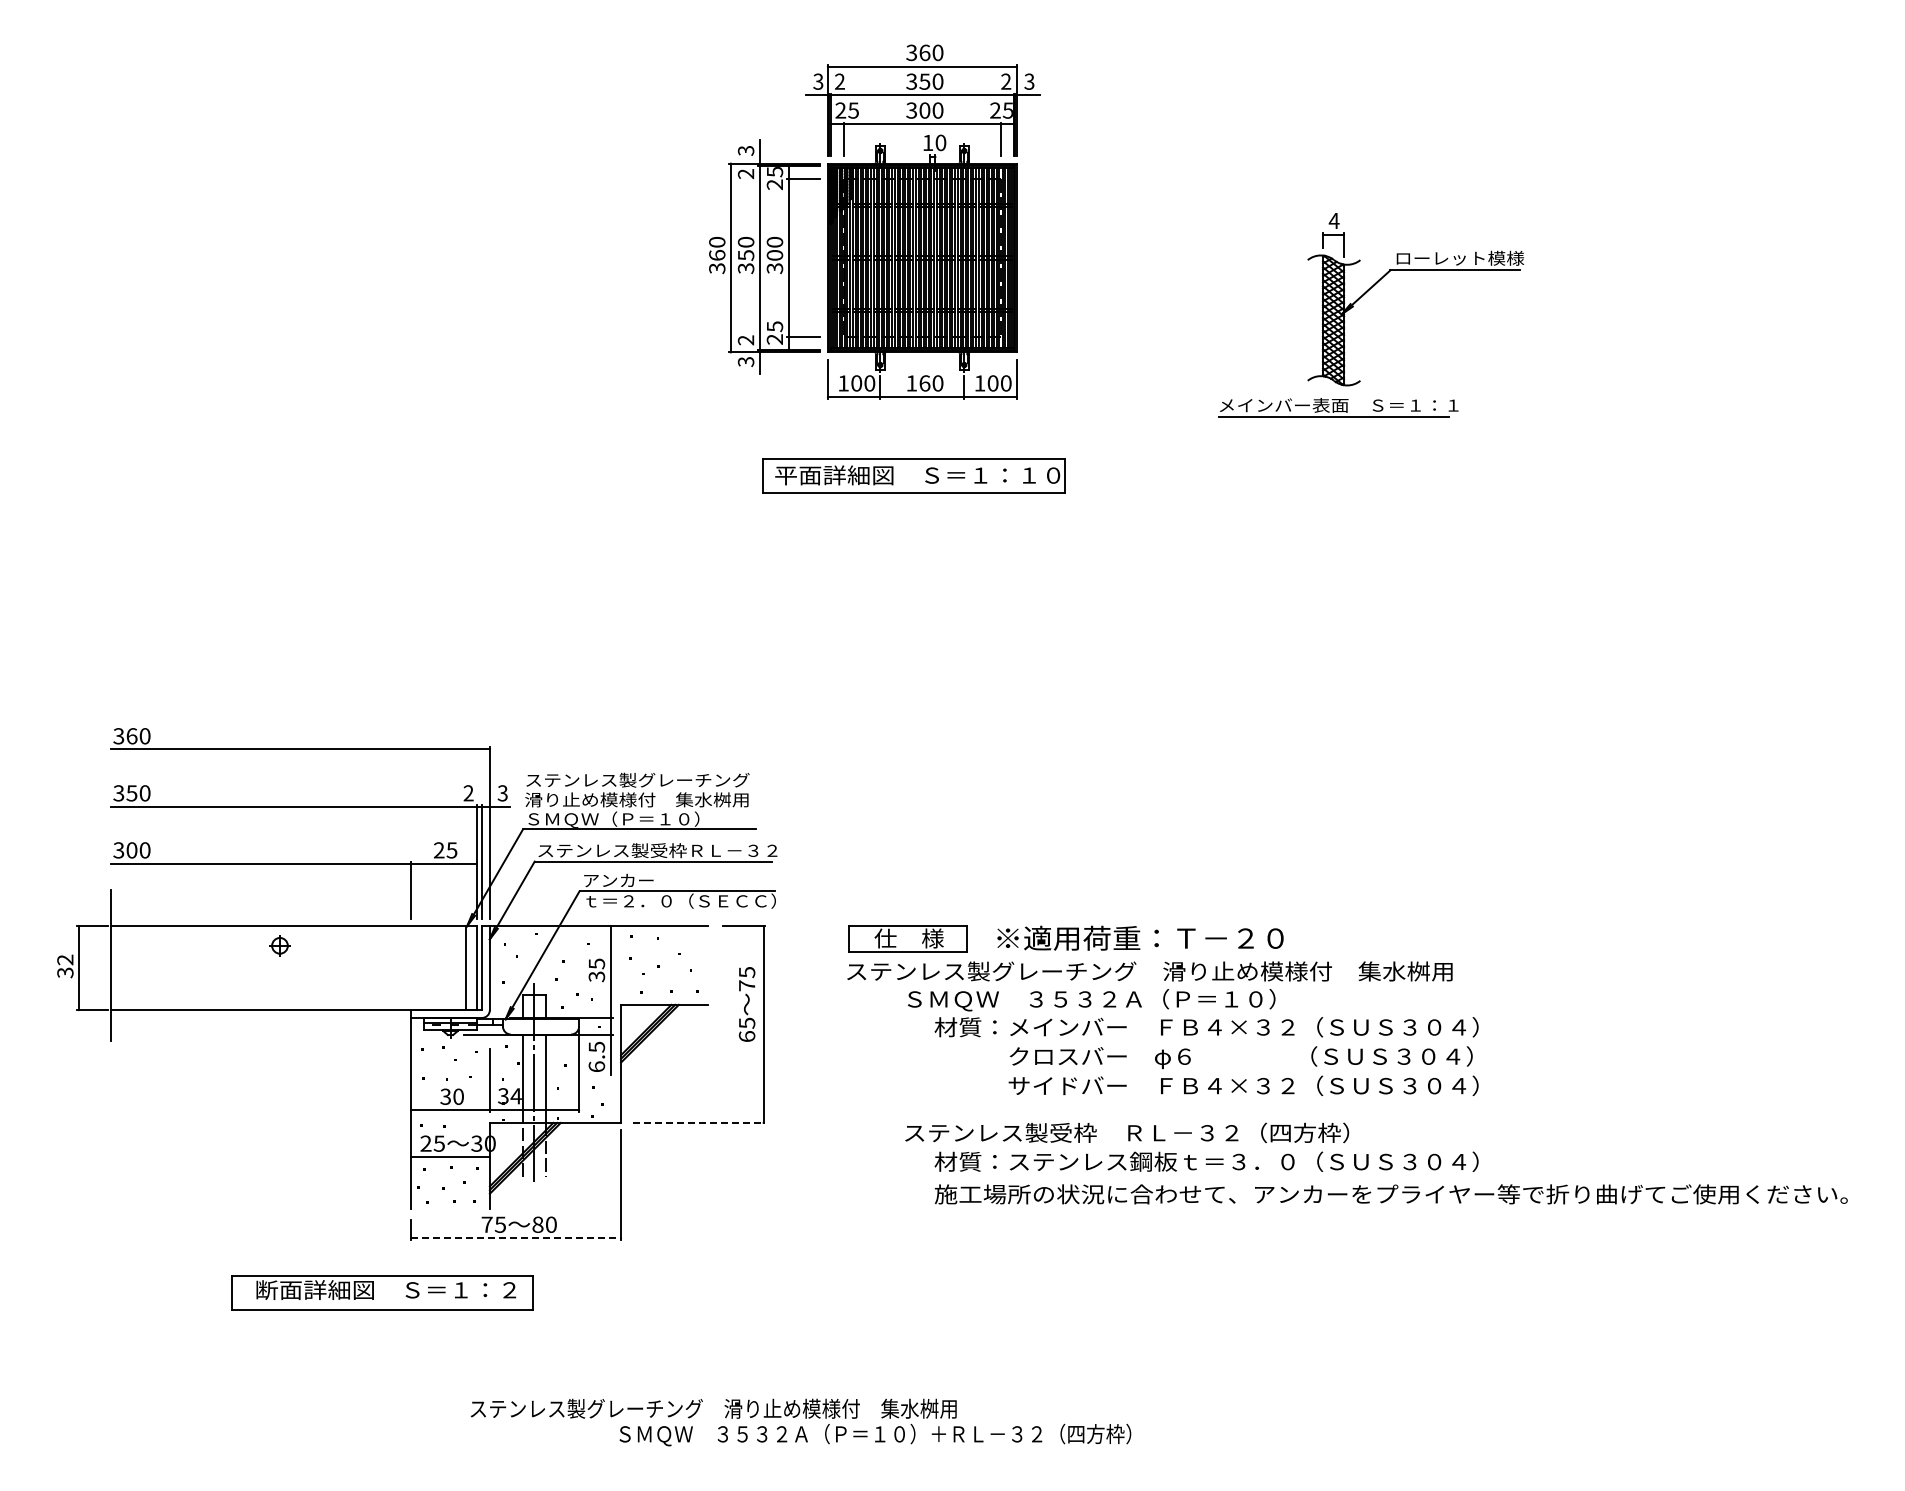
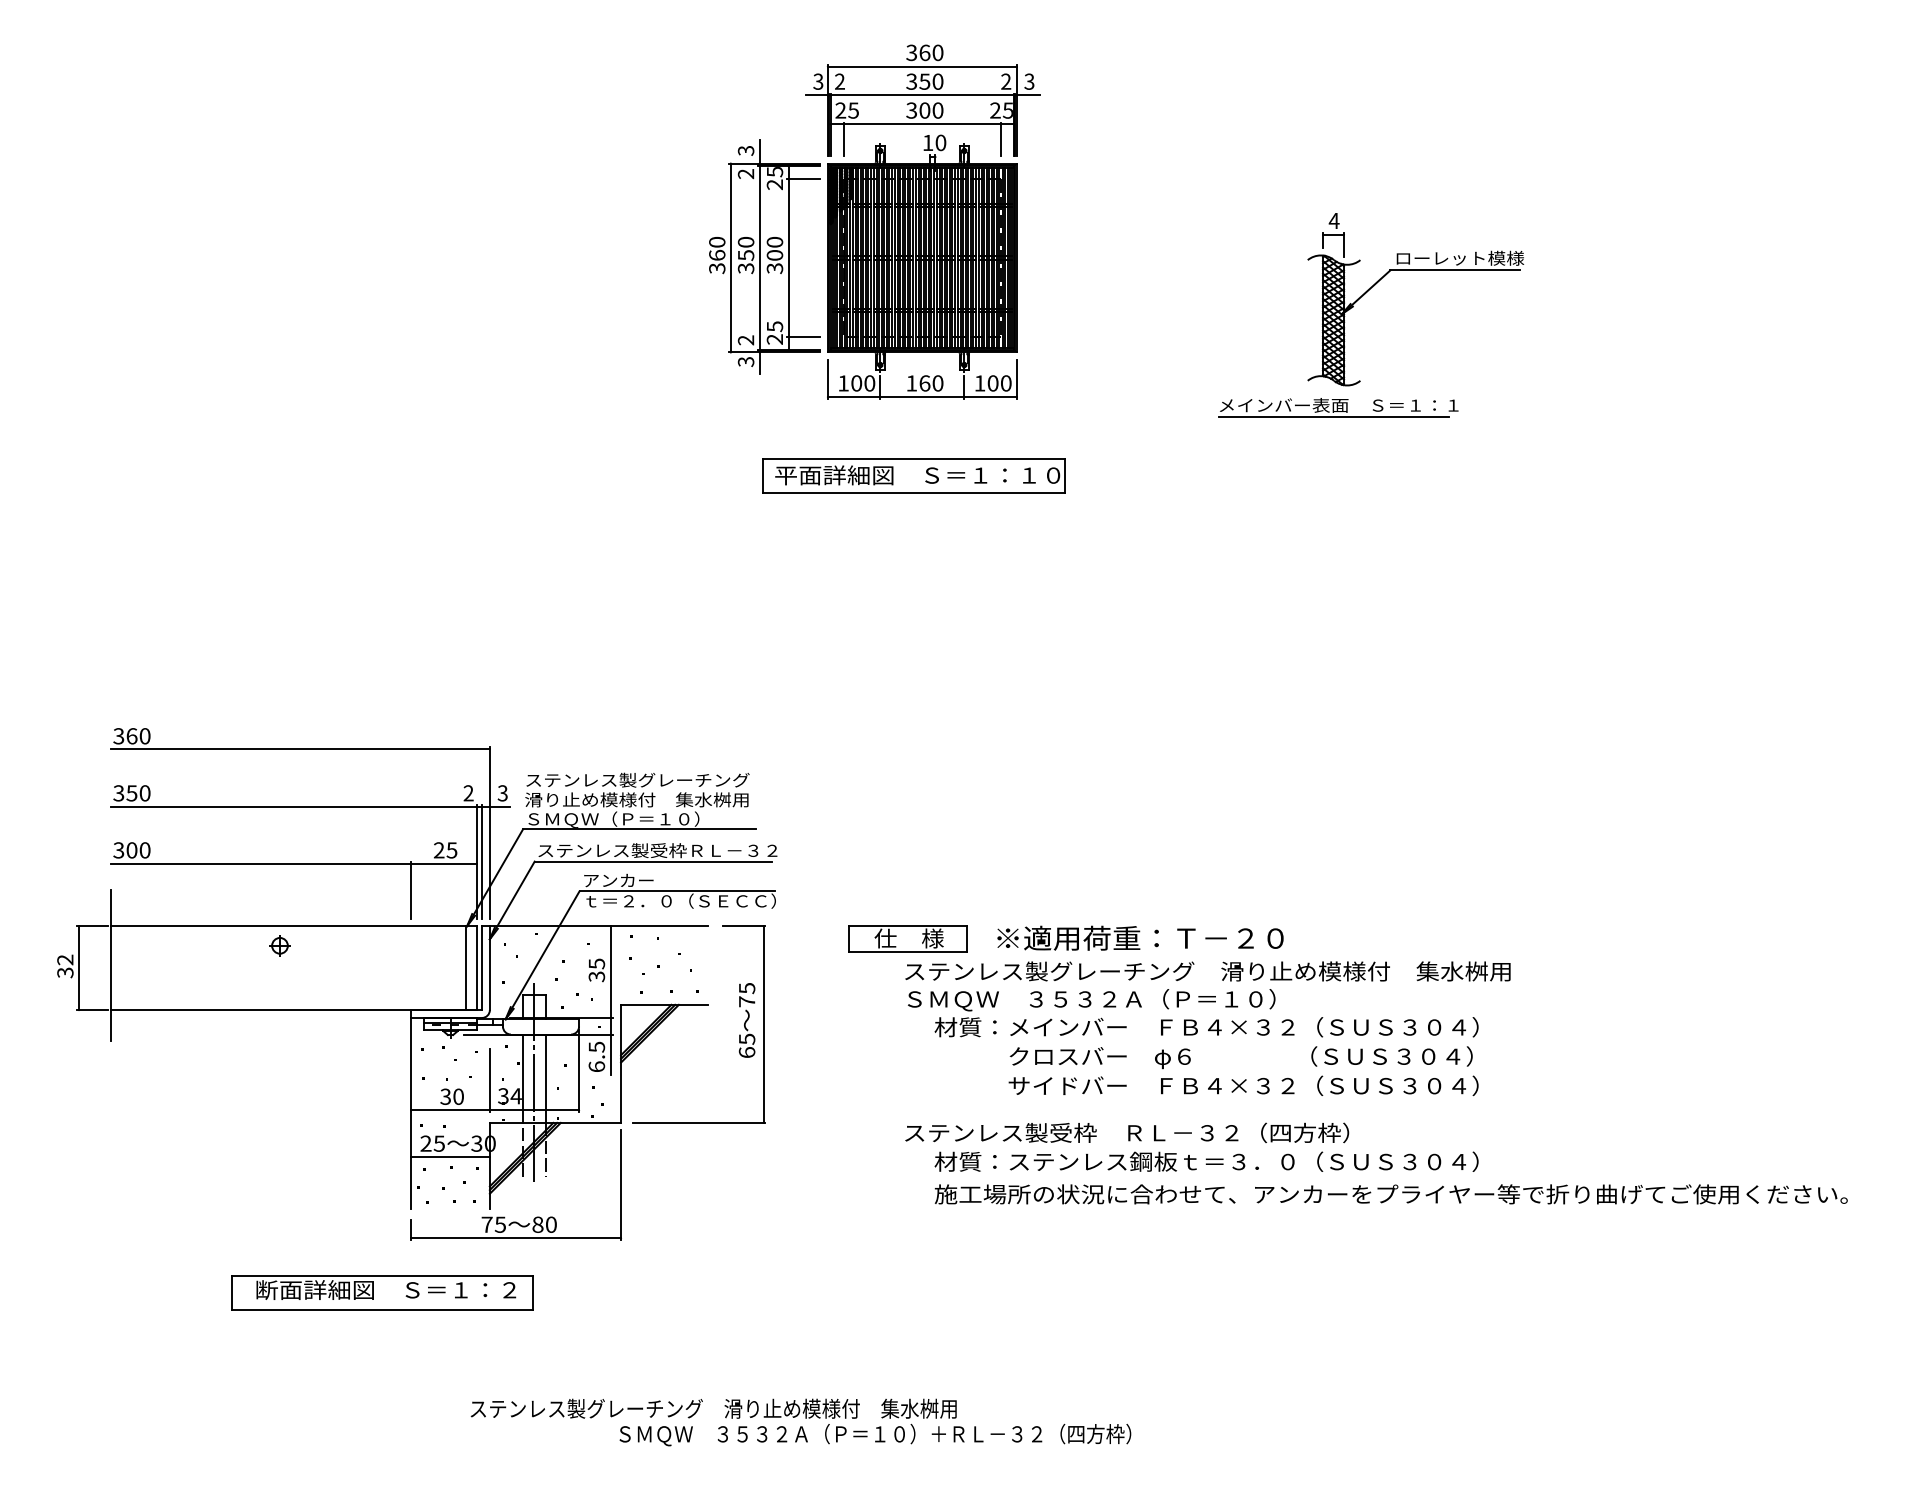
text at (1149, 971) position: (1149, 971) -> (1207, 971)
text at (746, 1004) position: (746, 1004) -> (746, 1020)
line at (699, 1122): dashed -> solid
line at (516, 1238): dashed -> solid
